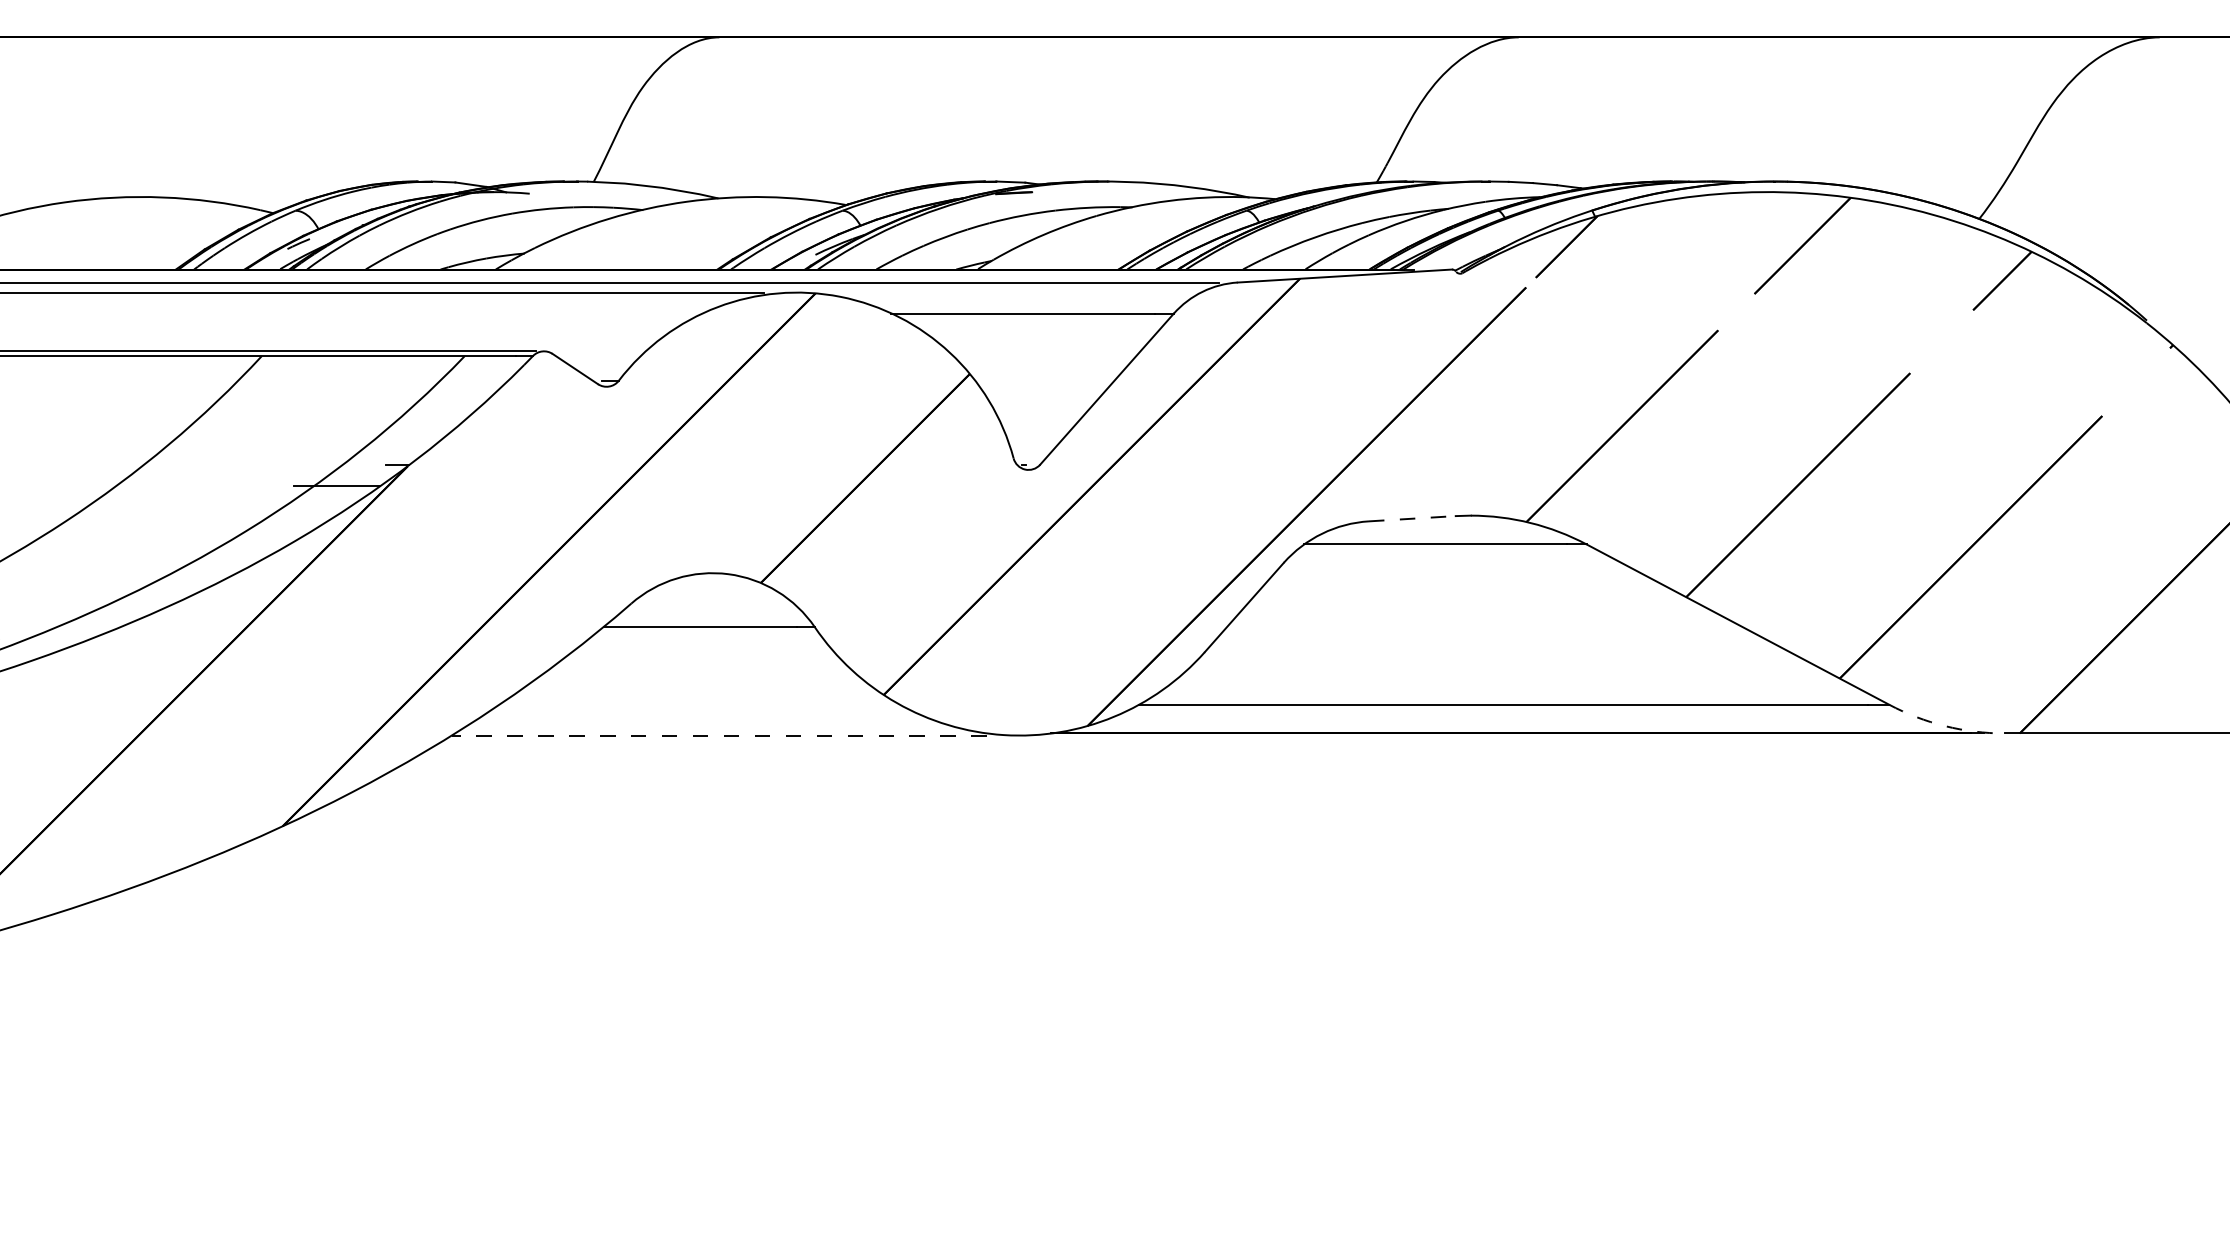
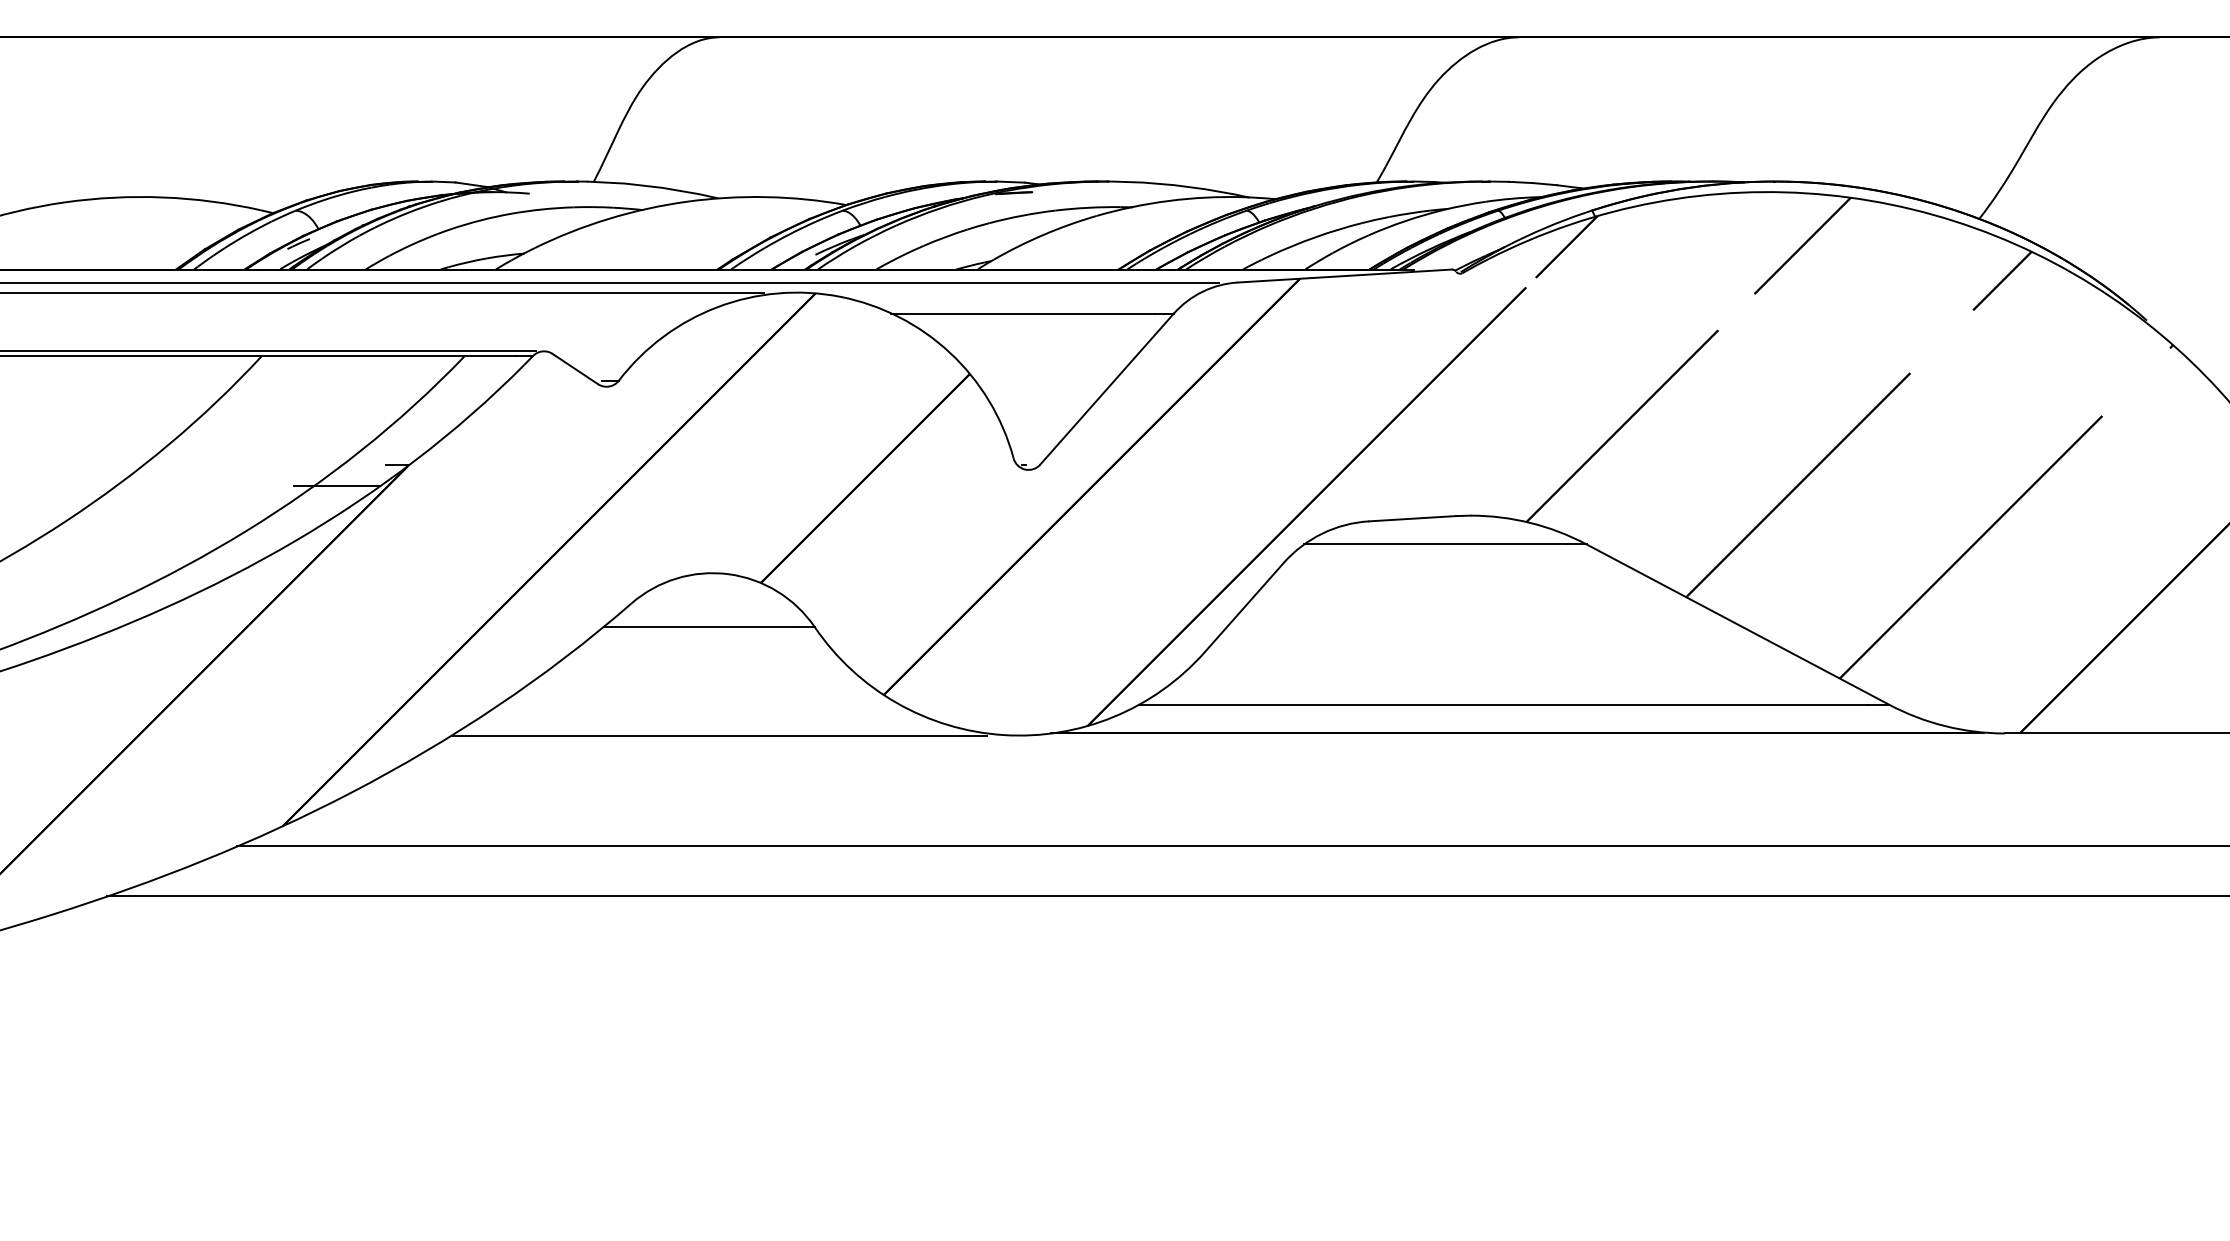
line at (1412, 518): dashed -> solid
arc at (1945, 726): dashed -> solid
line at (719, 735): dashed -> solid
line at (1231, 845): none -> present
line at (1166, 896): none -> present
